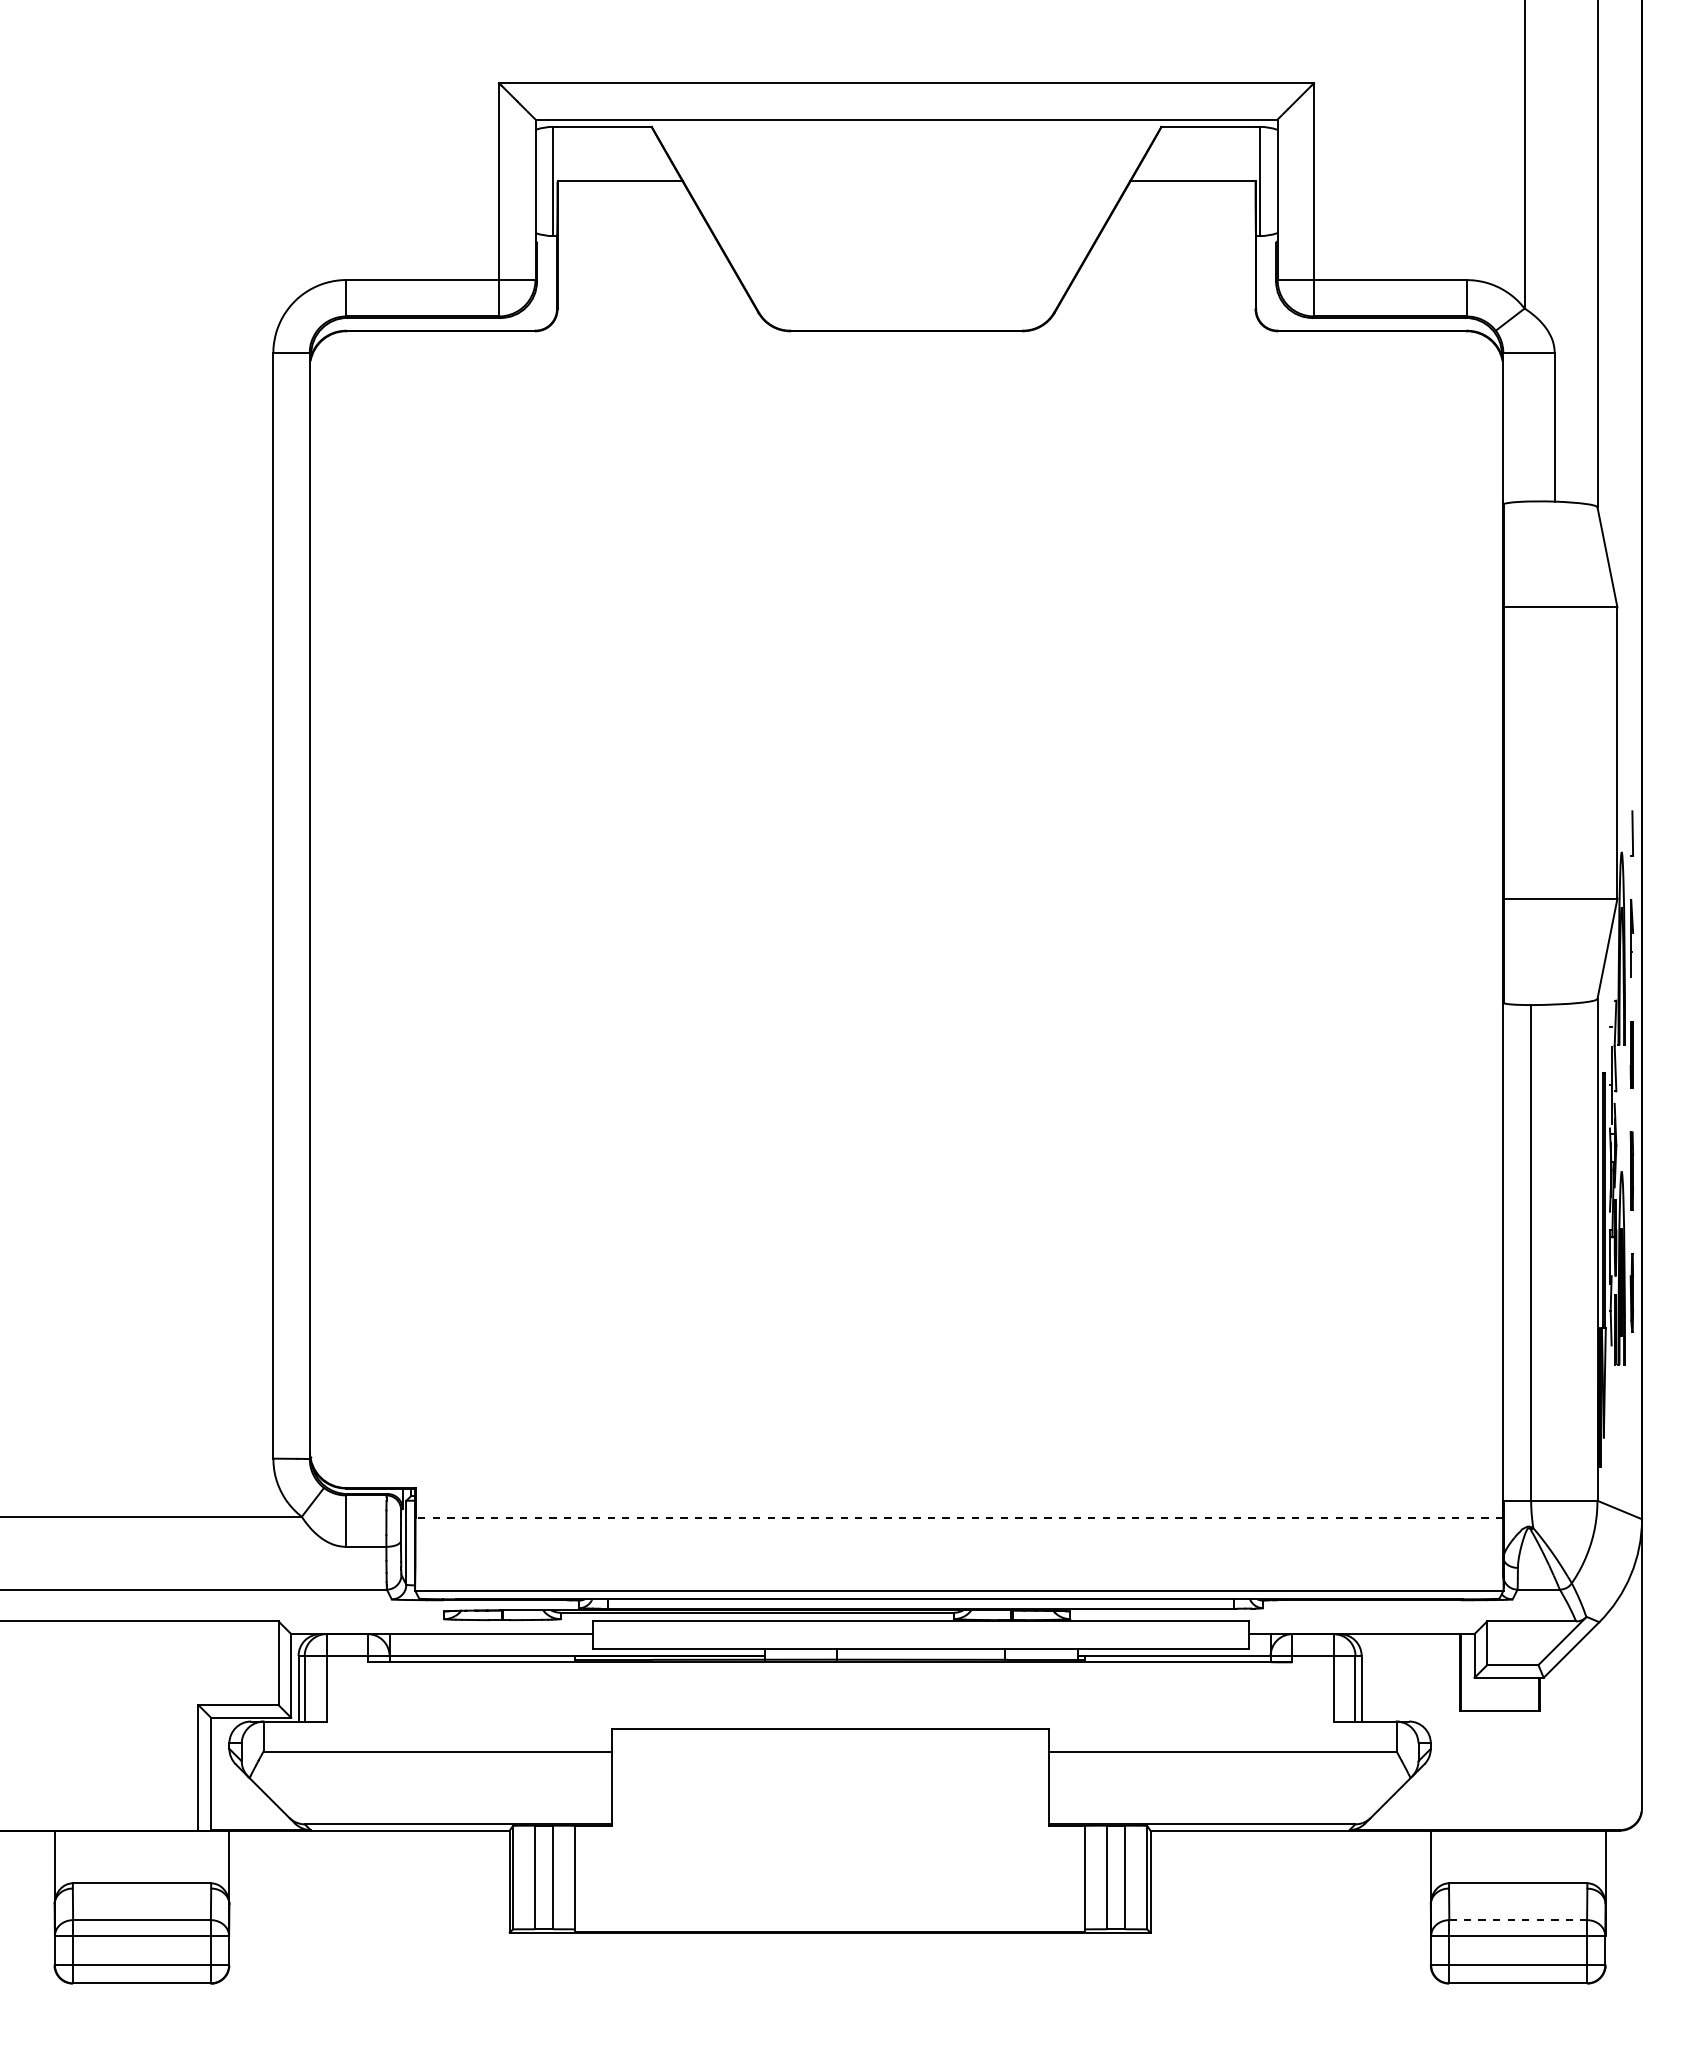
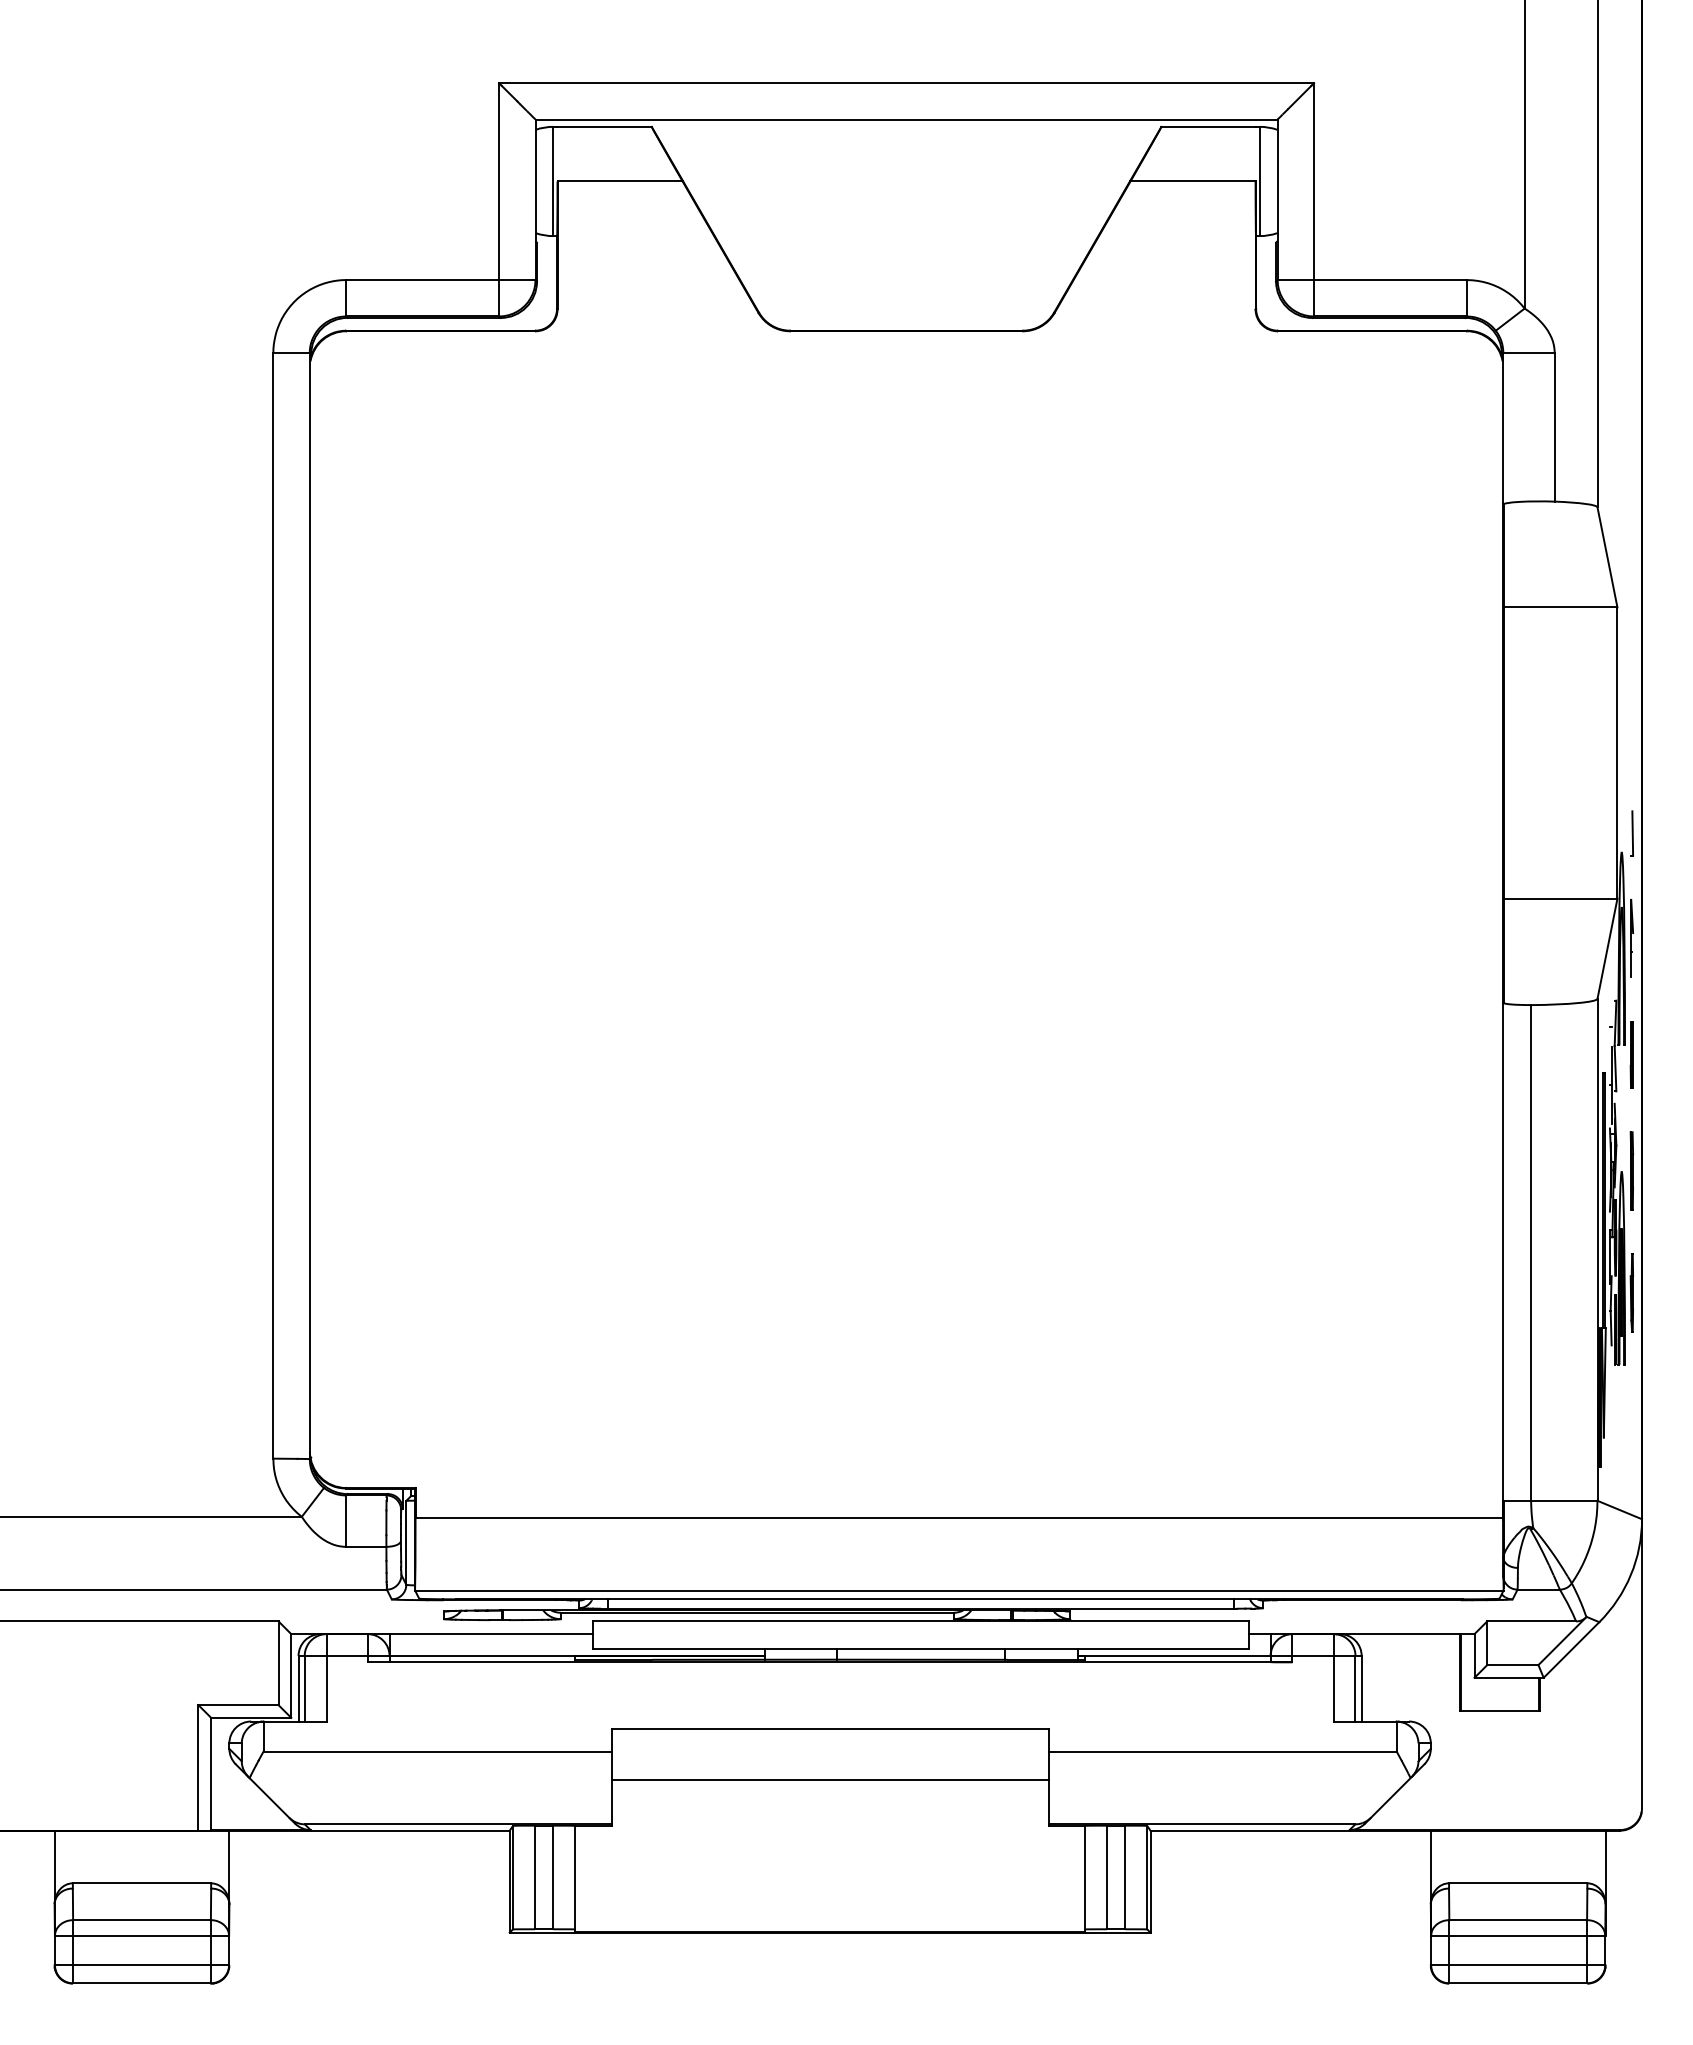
line at (959, 1517): dashed -> solid
line at (829, 1779): none -> present
line at (1518, 1920): dashed -> solid
